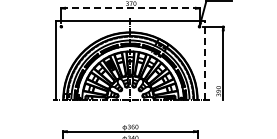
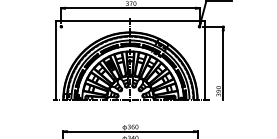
line at (130, 8): dashed -> solid
line at (205, 59): dashed -> solid
